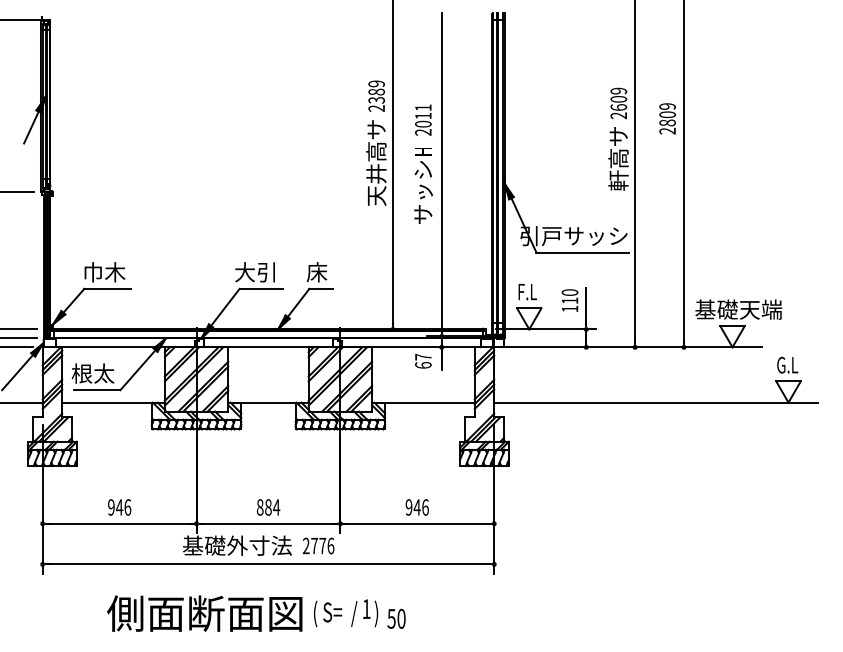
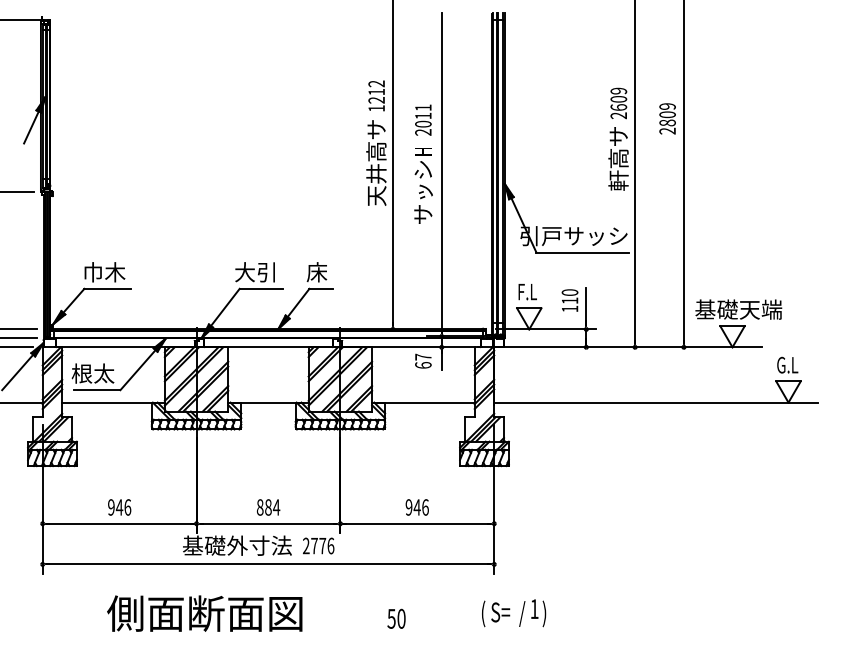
text at (376, 95): 2389 -> 1212
text at (346, 613) position: (346, 613) -> (514, 613)
